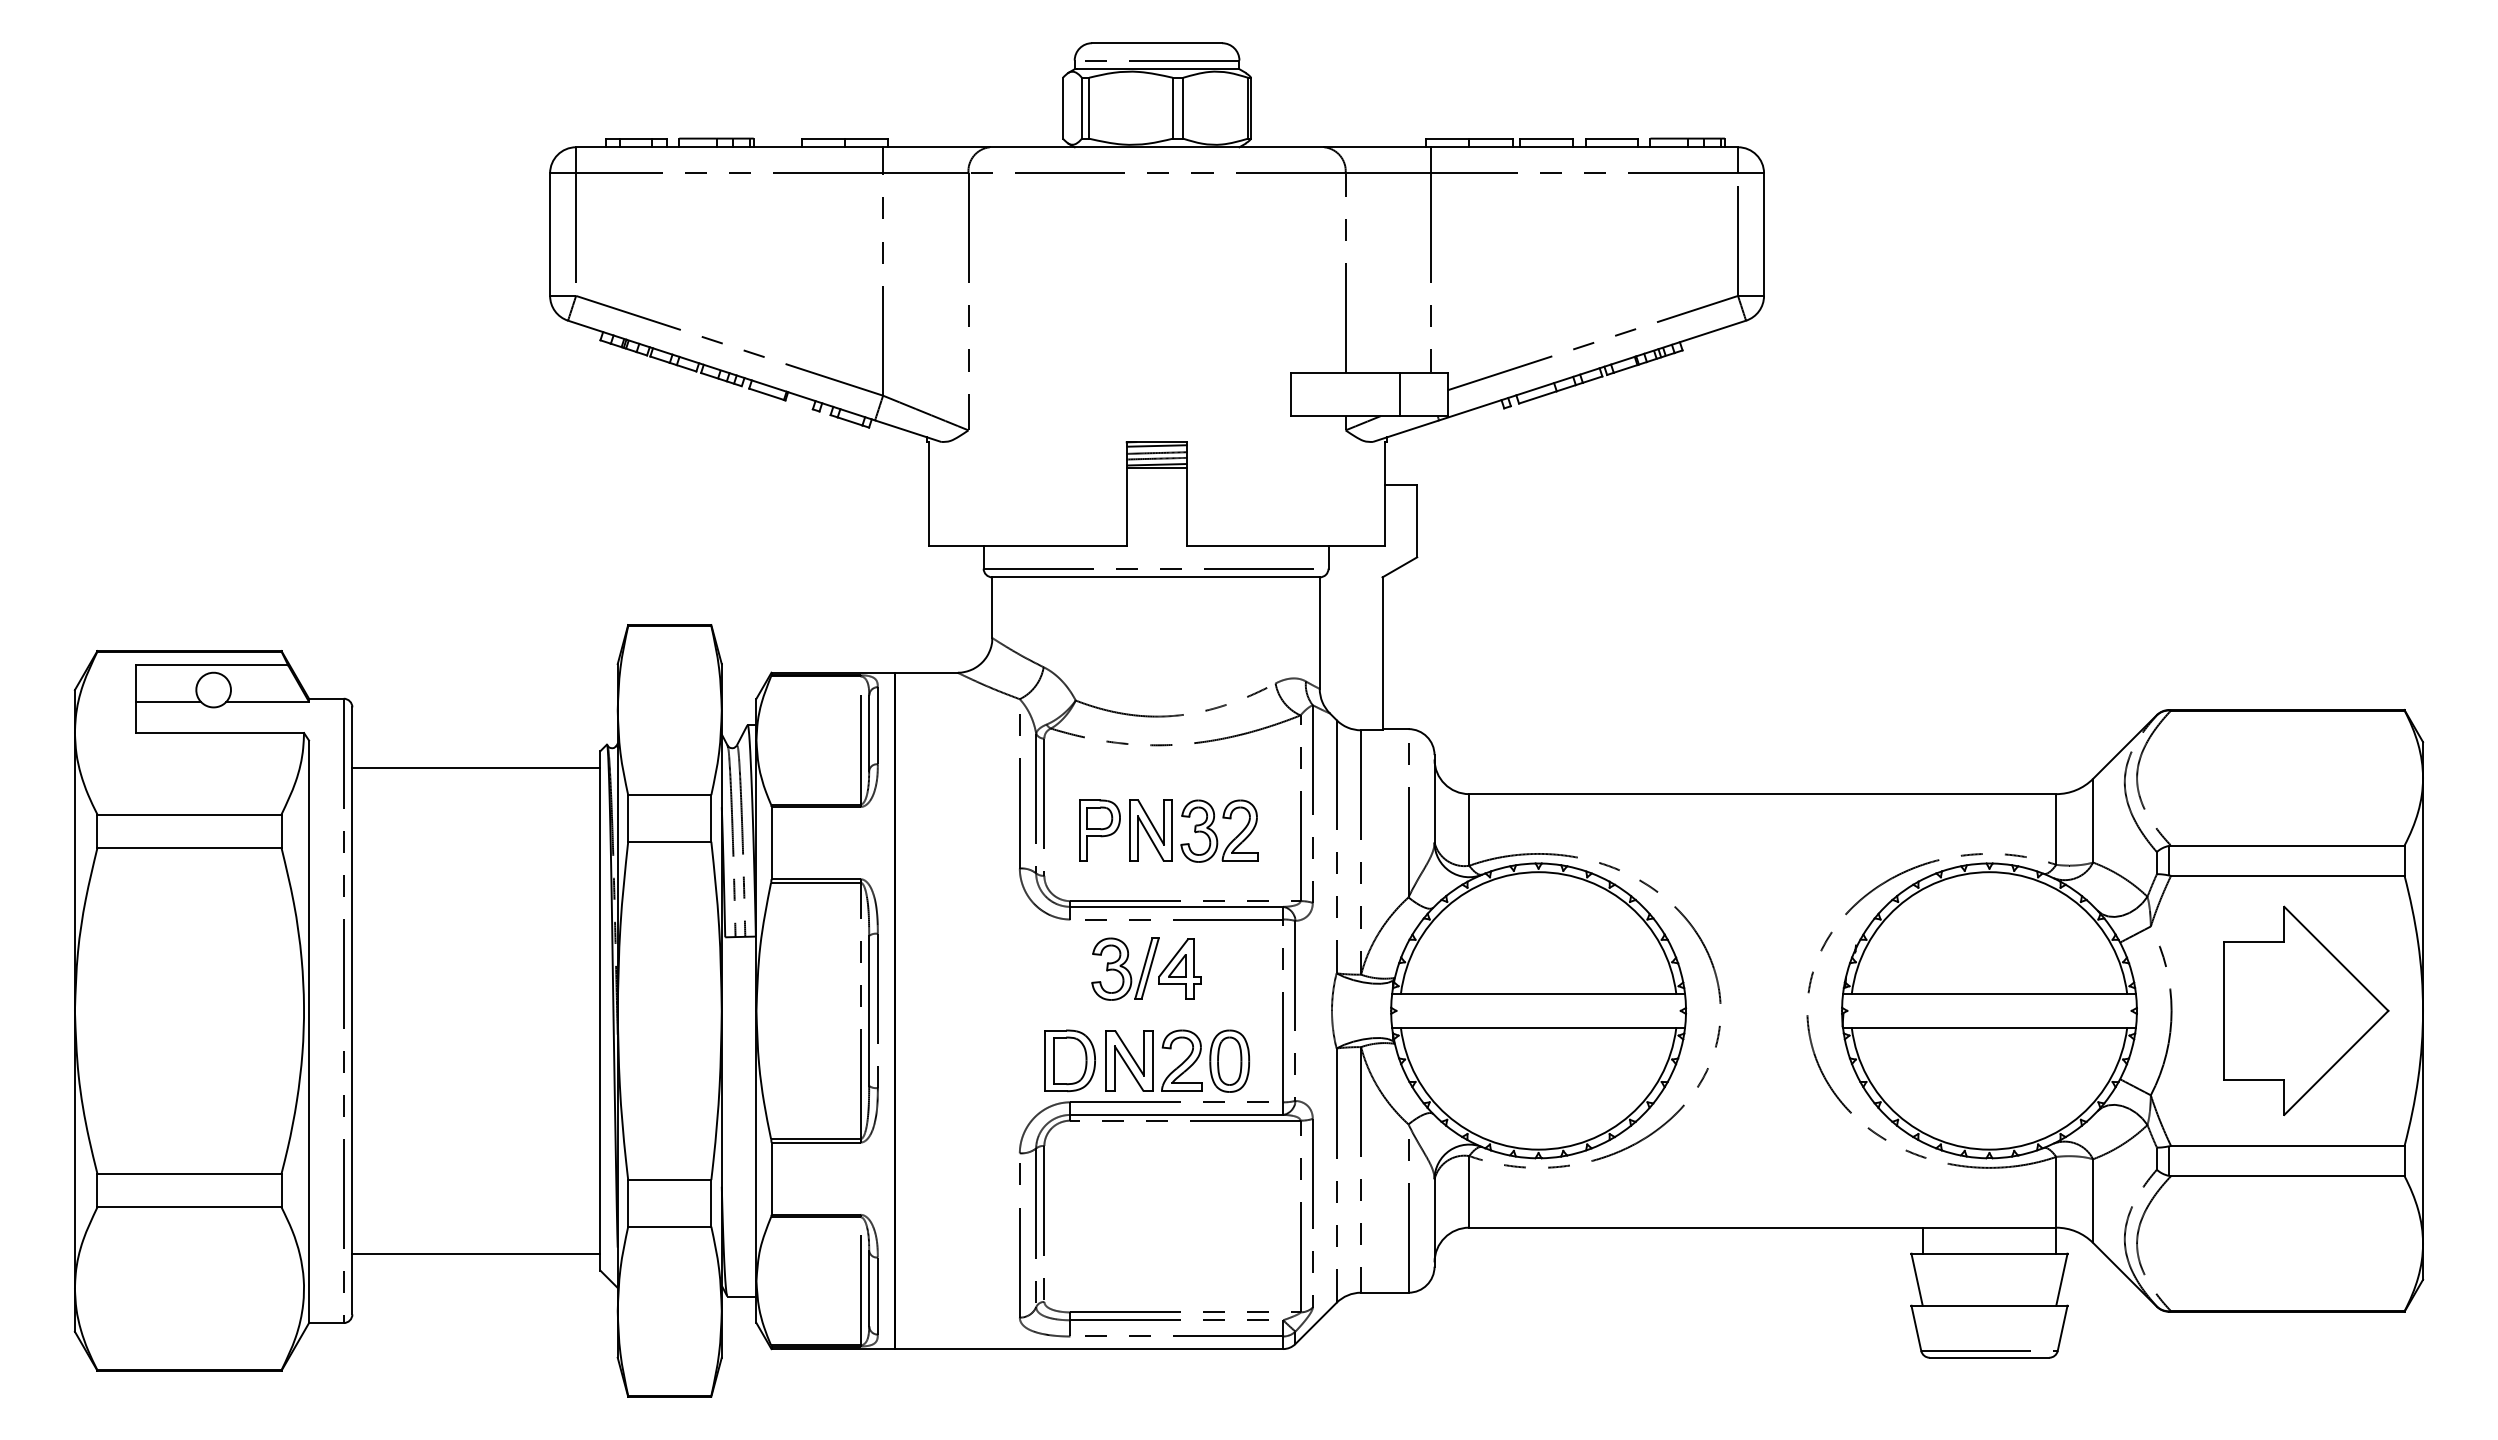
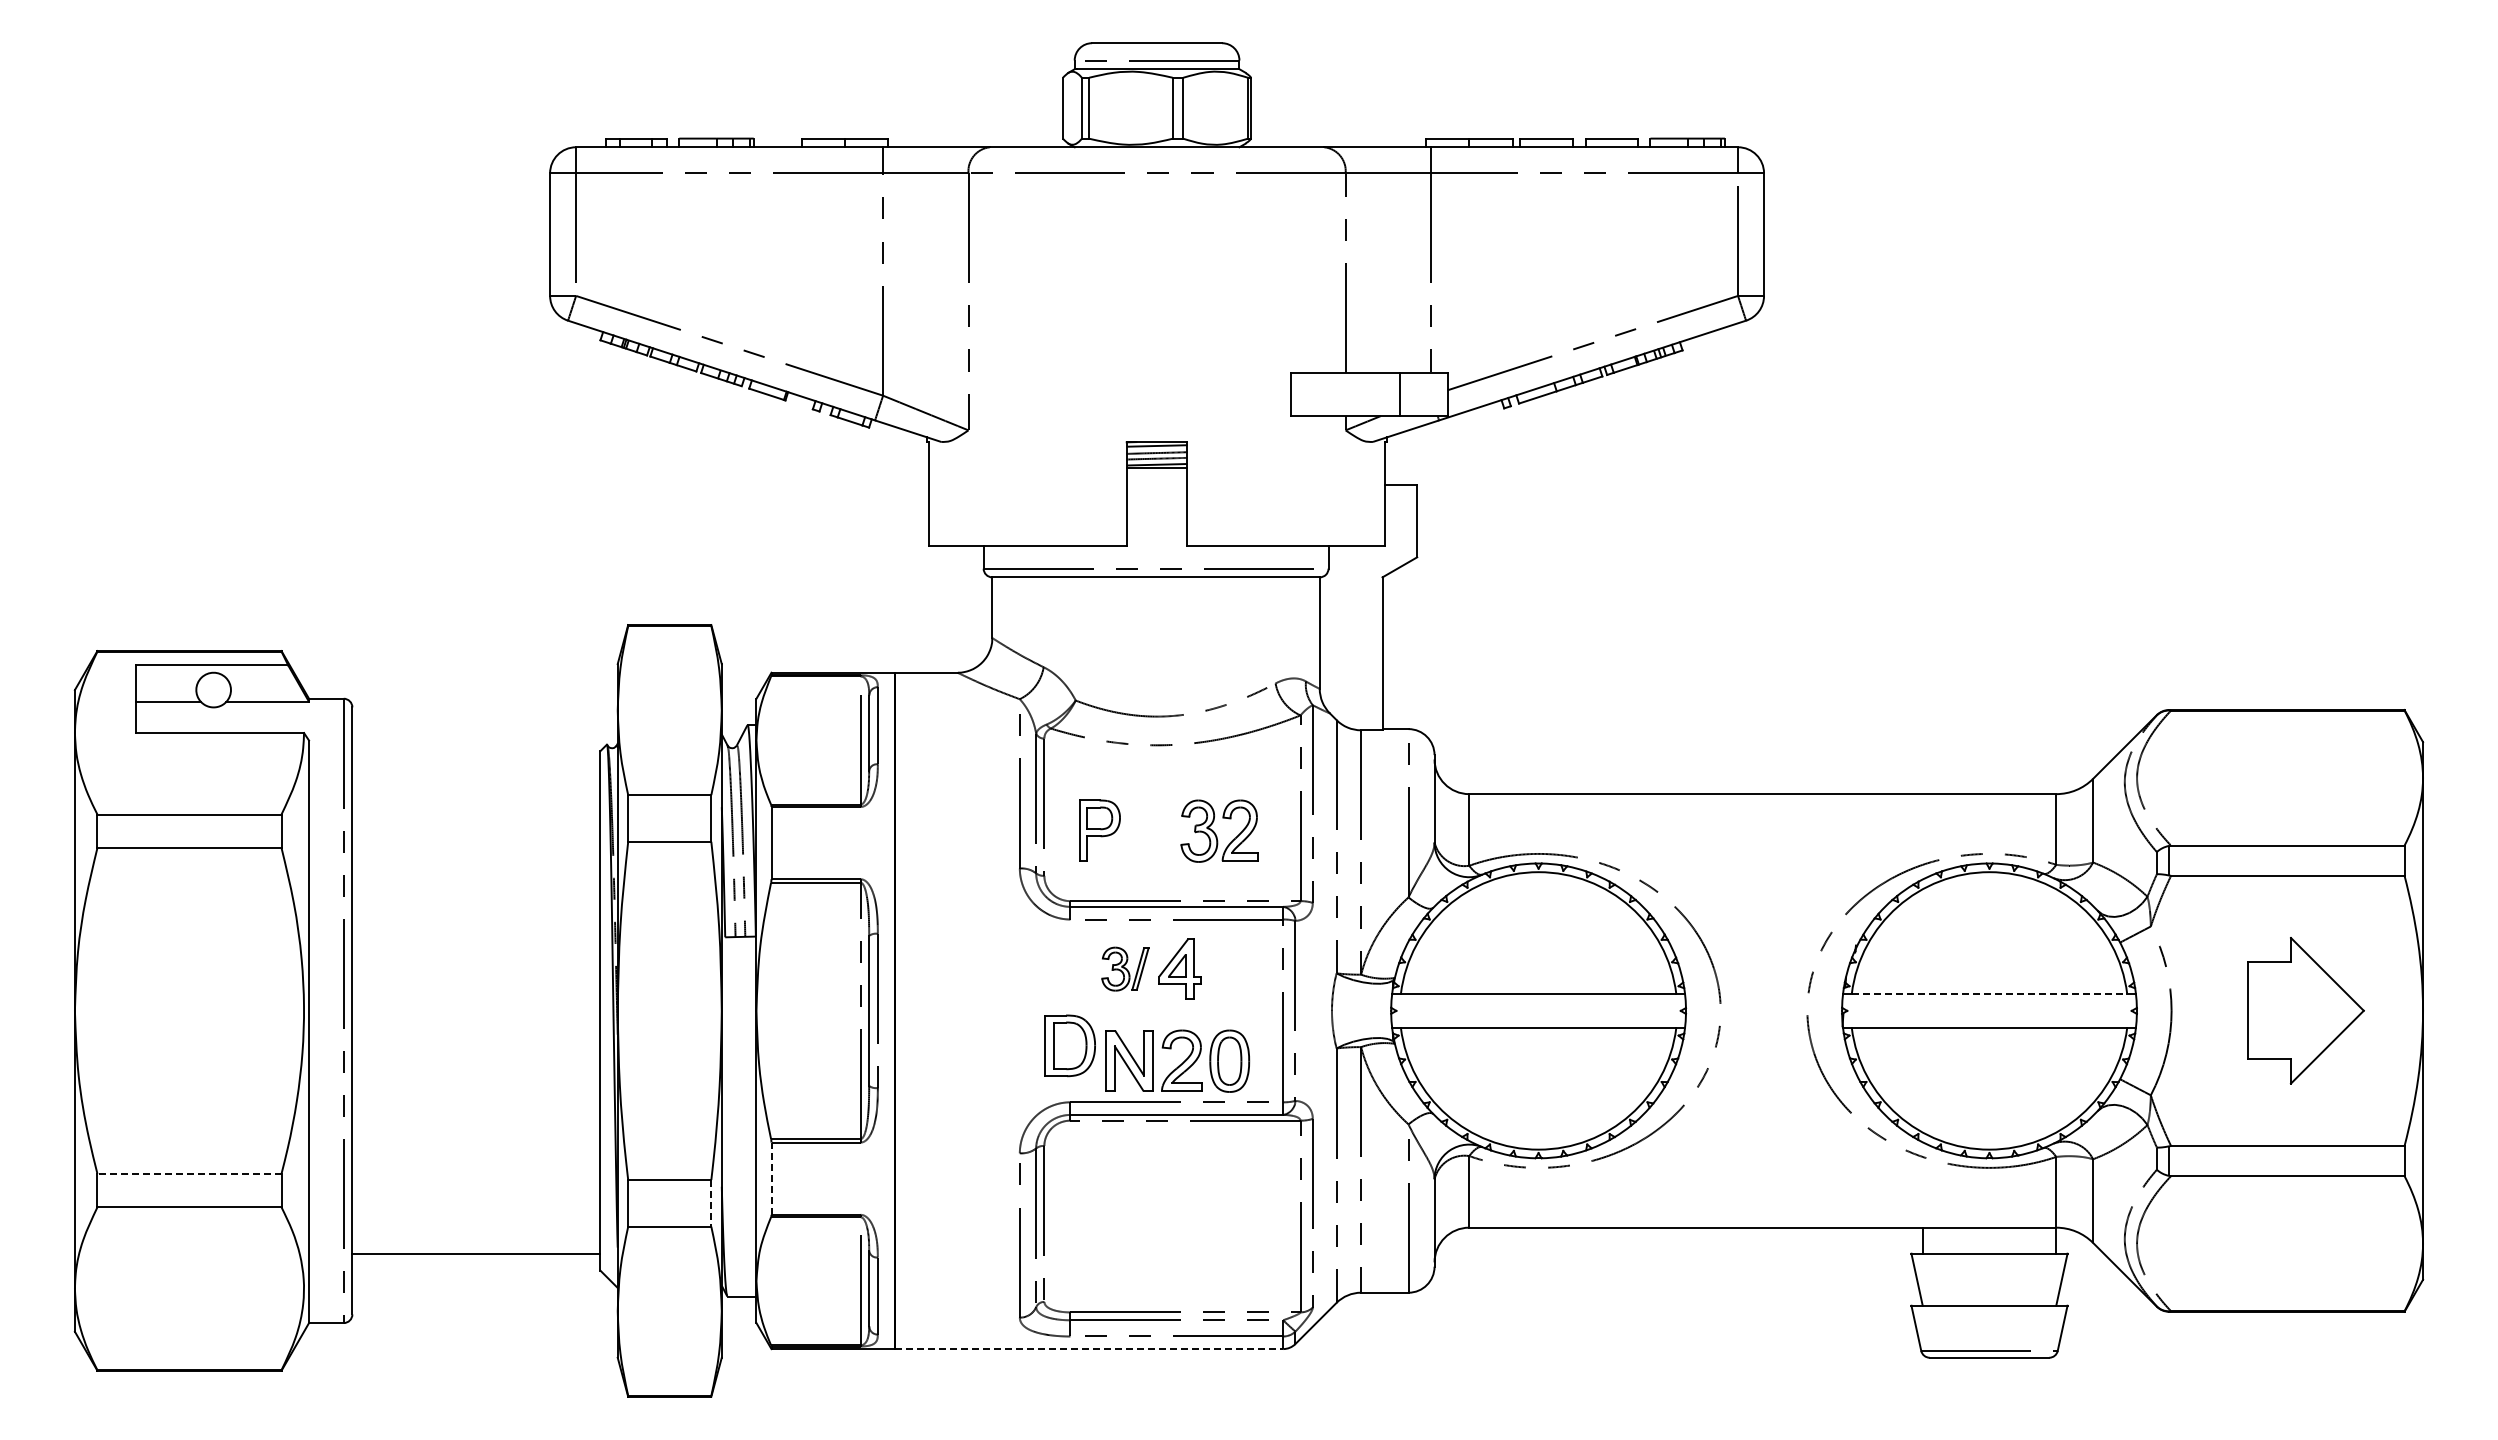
line at (476, 768): present -> none
part at (1150, 830): present -> none
part at (1125, 968) size: 69x64 px -> 49x46 px
line at (1989, 993): solid -> dashed
part at (2306, 1010) size: 167x211 px -> 118x148 px
part at (1069, 1060) position: (1069, 1060) -> (1069, 1045)
line at (188, 1173): solid -> dashed
line at (771, 1178): solid -> dashed
line at (711, 1203): solid -> dashed
line at (1089, 1349): solid -> dashed
